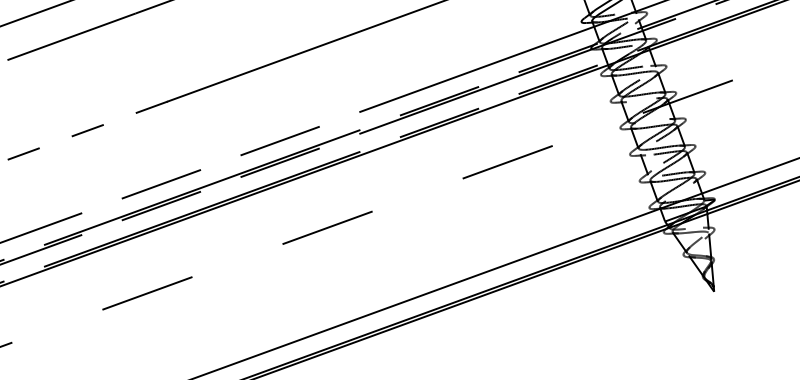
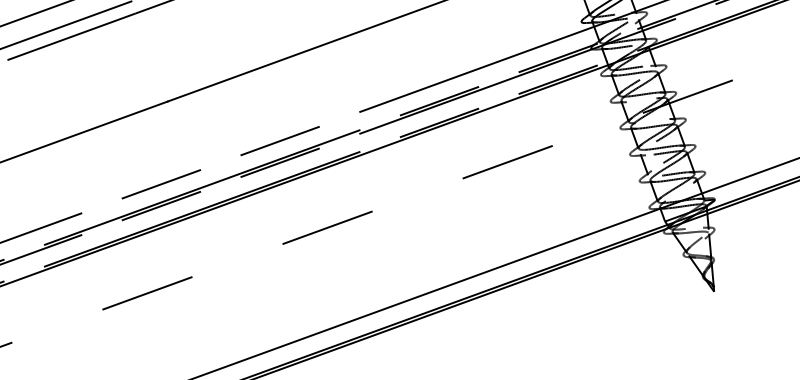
line at (65, 25): none -> present
line at (84, 131): dashed -> solid
